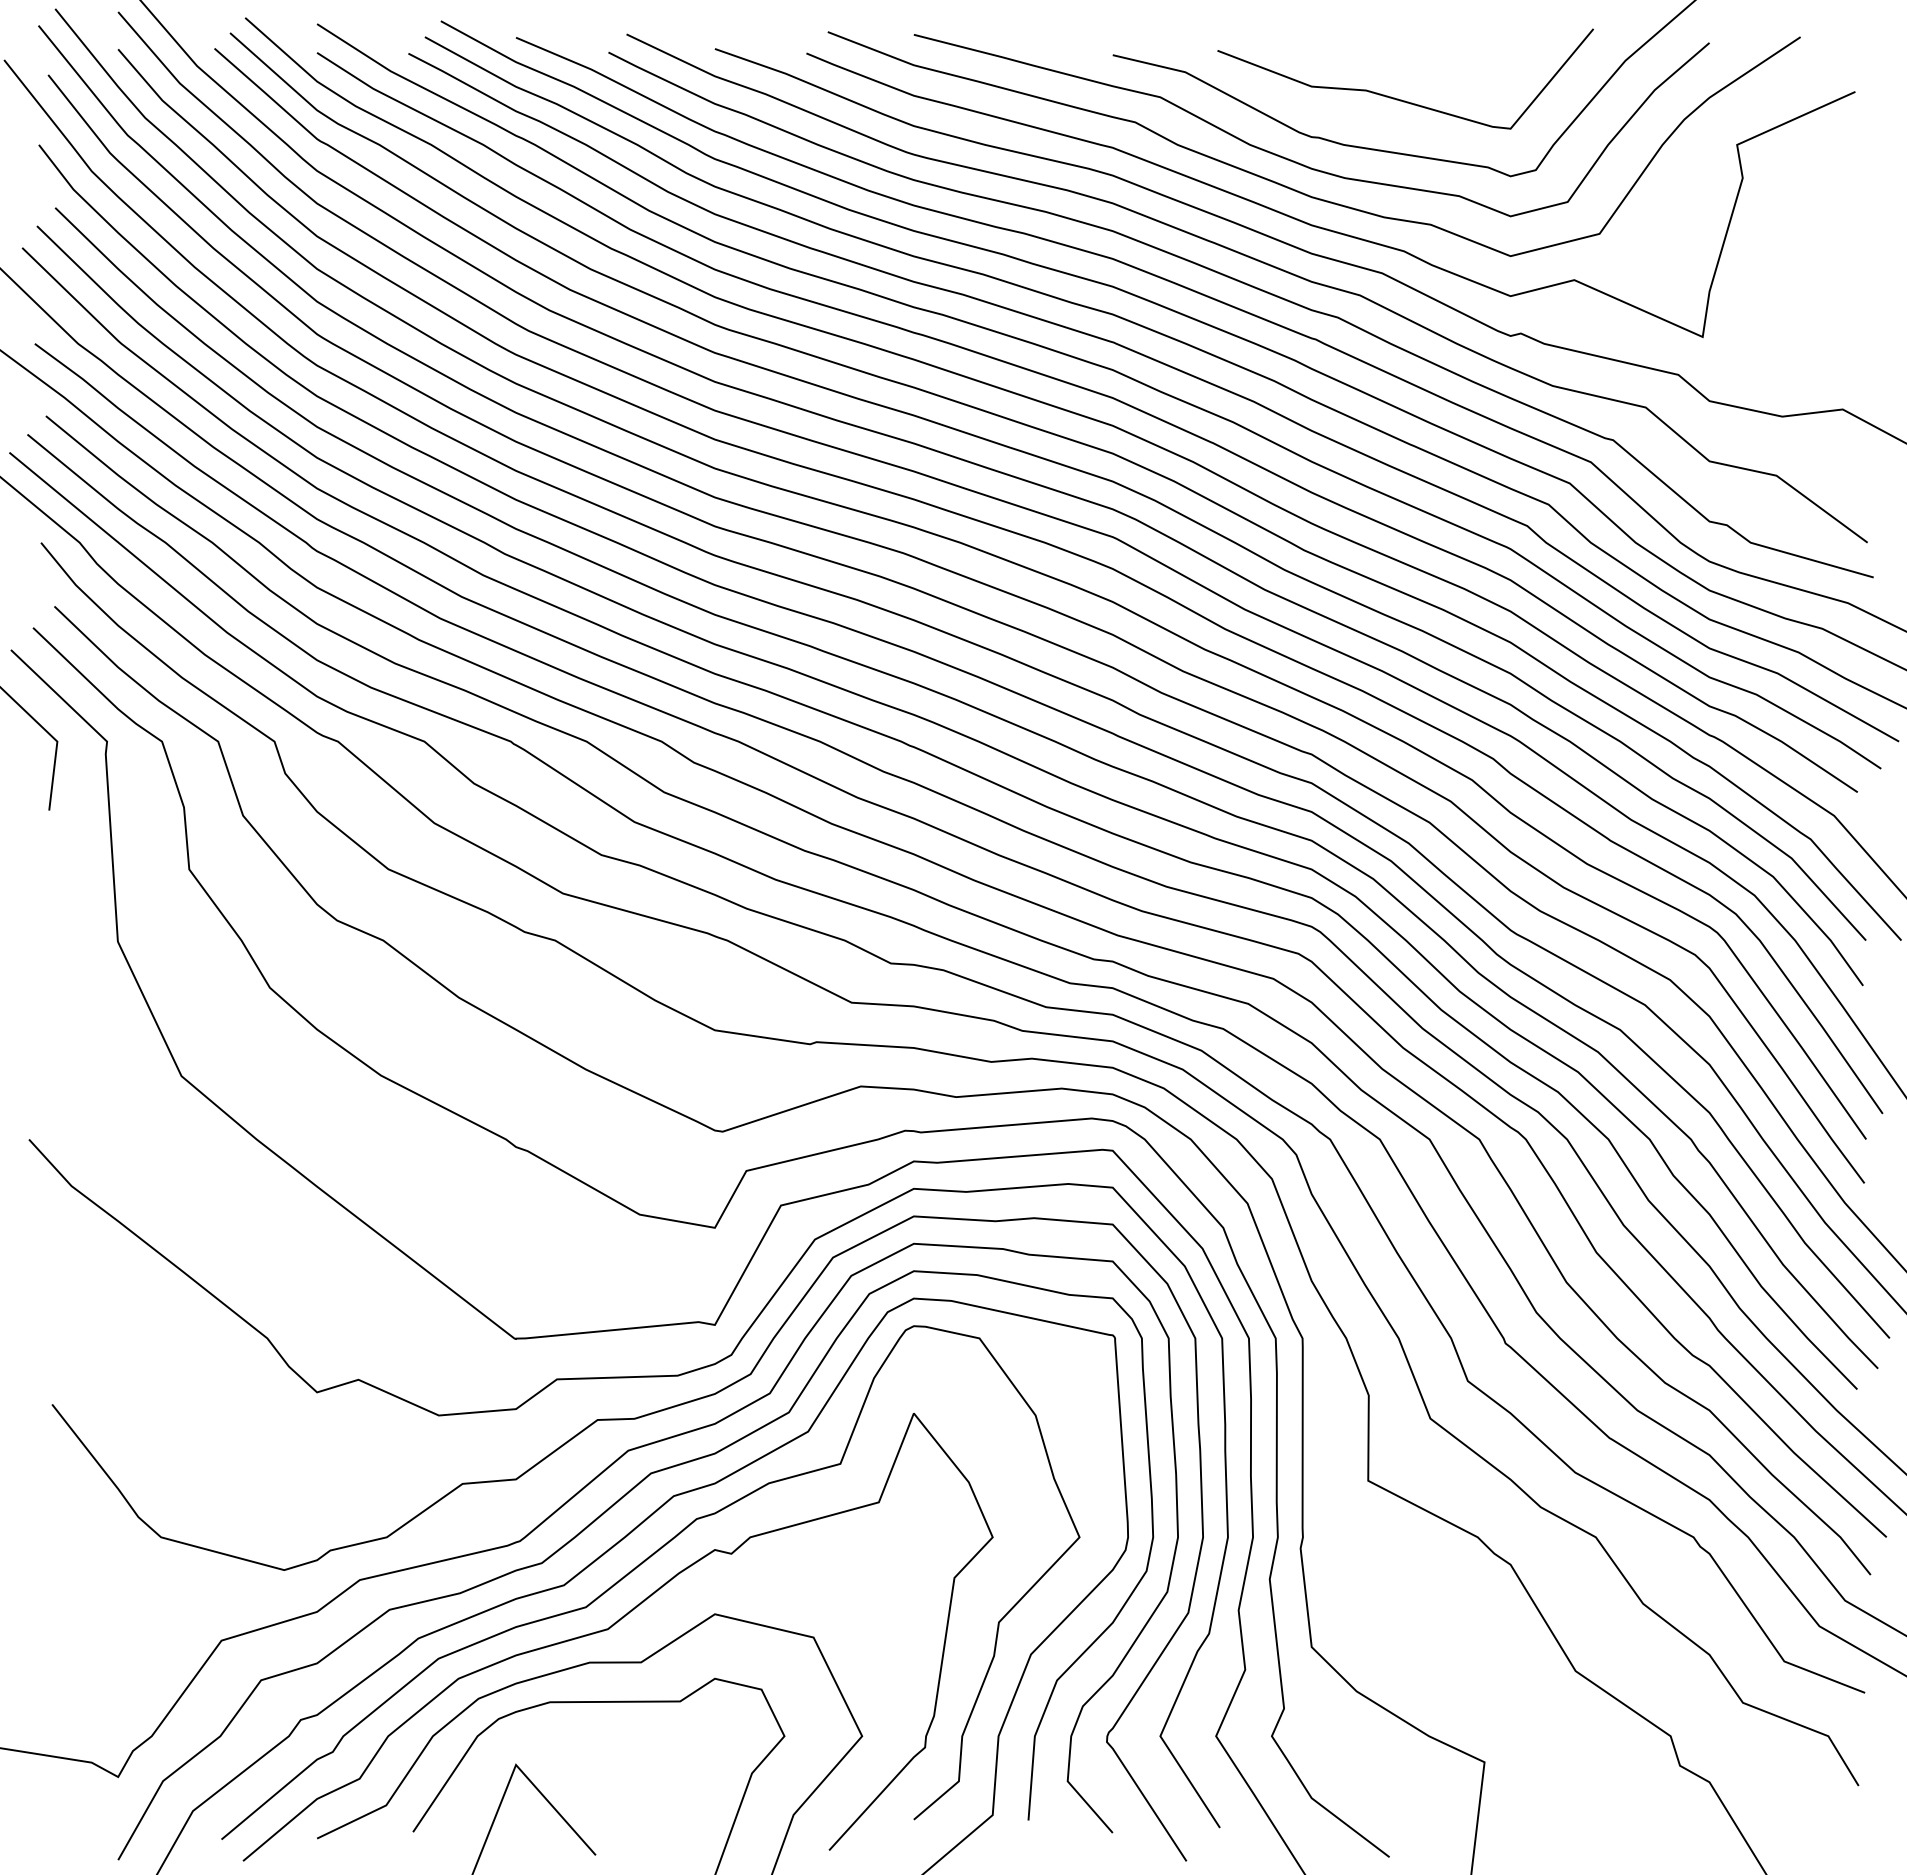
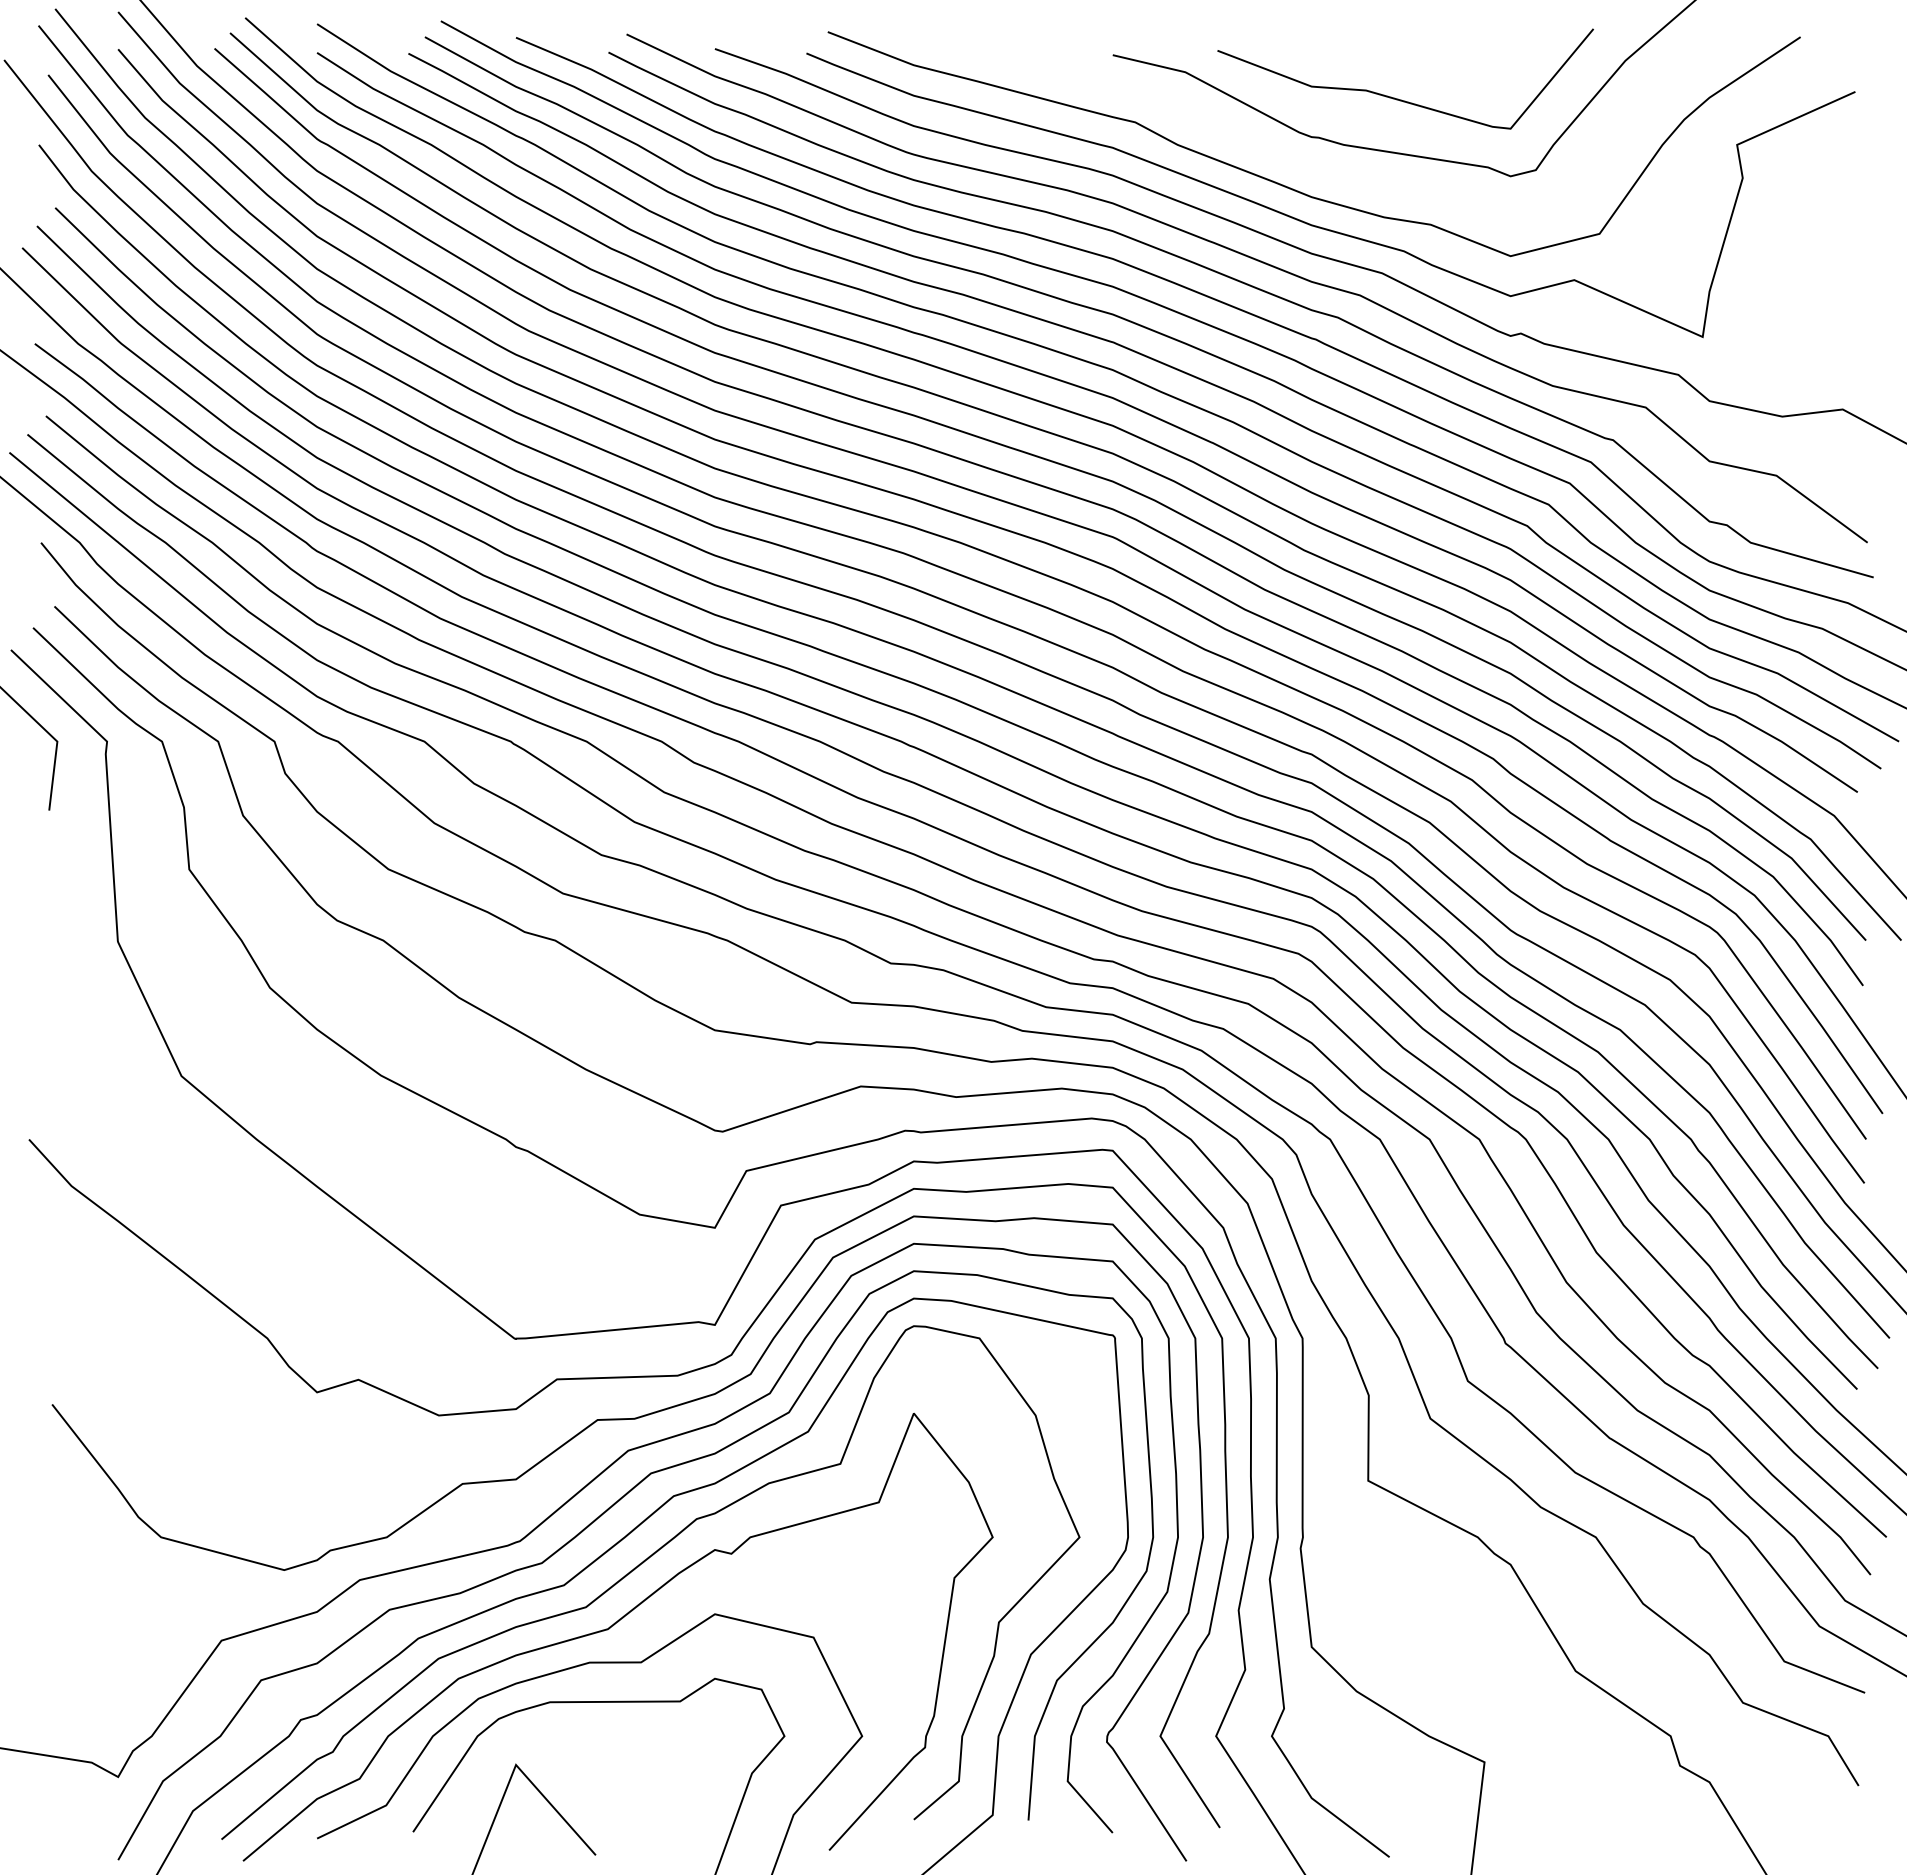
curve at (1299, 162): present -> none
